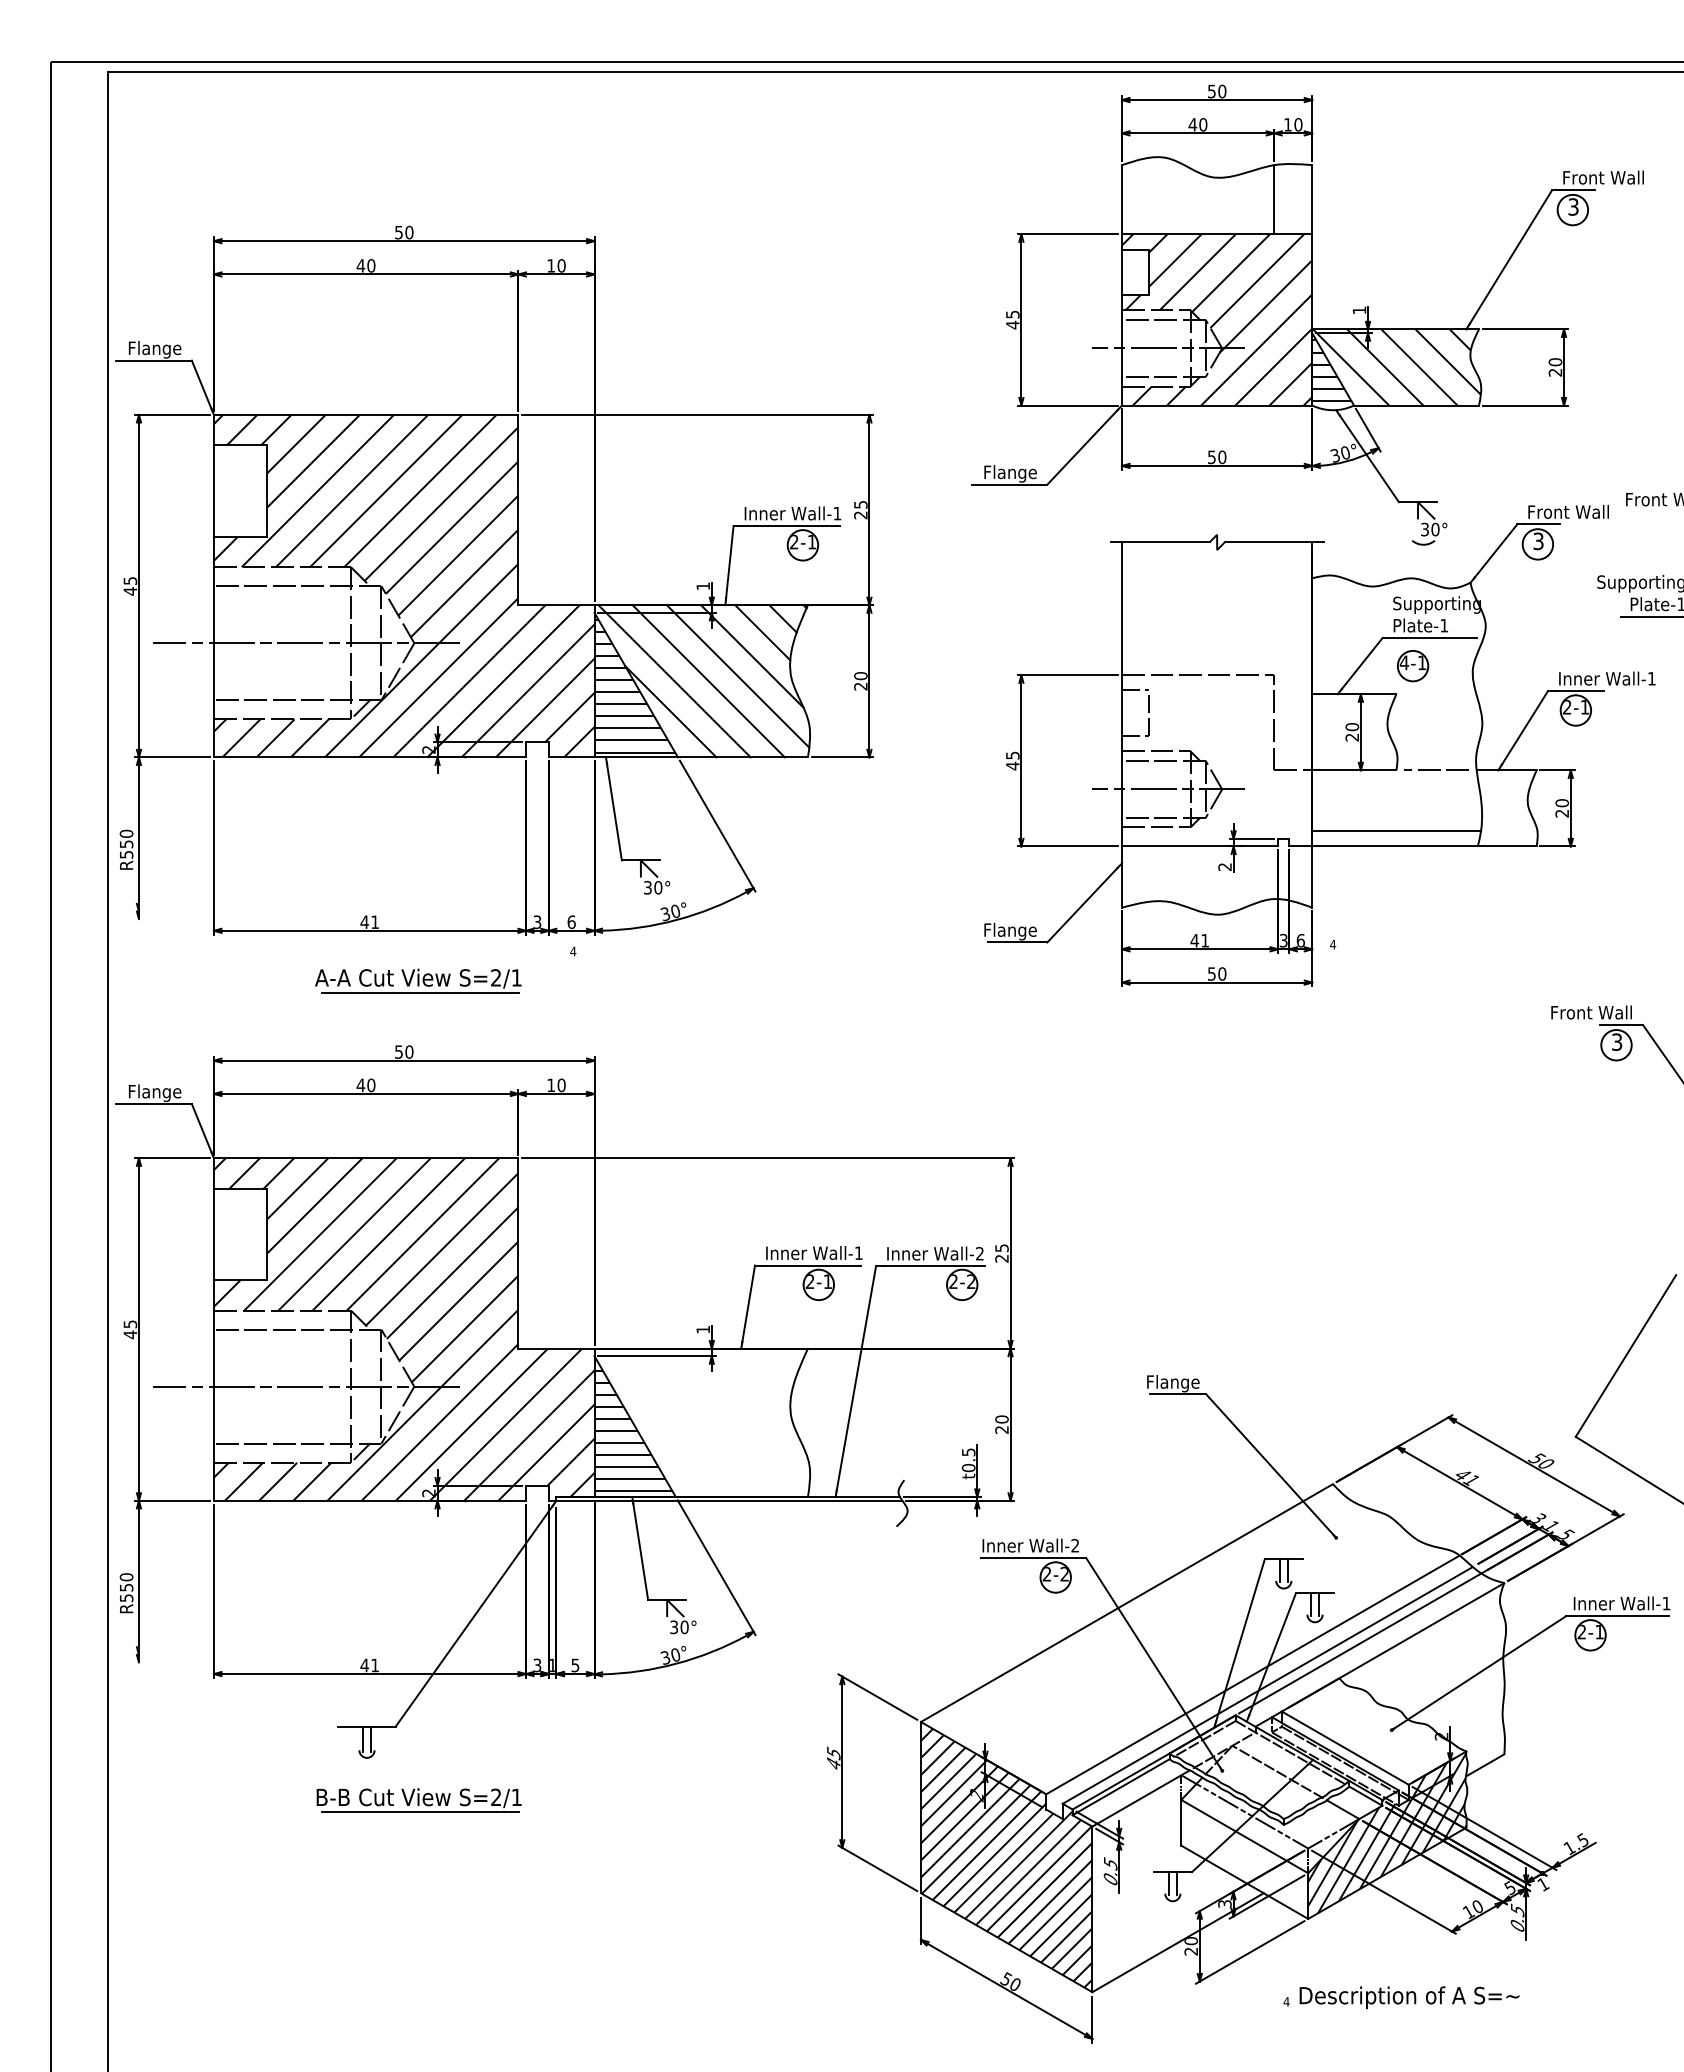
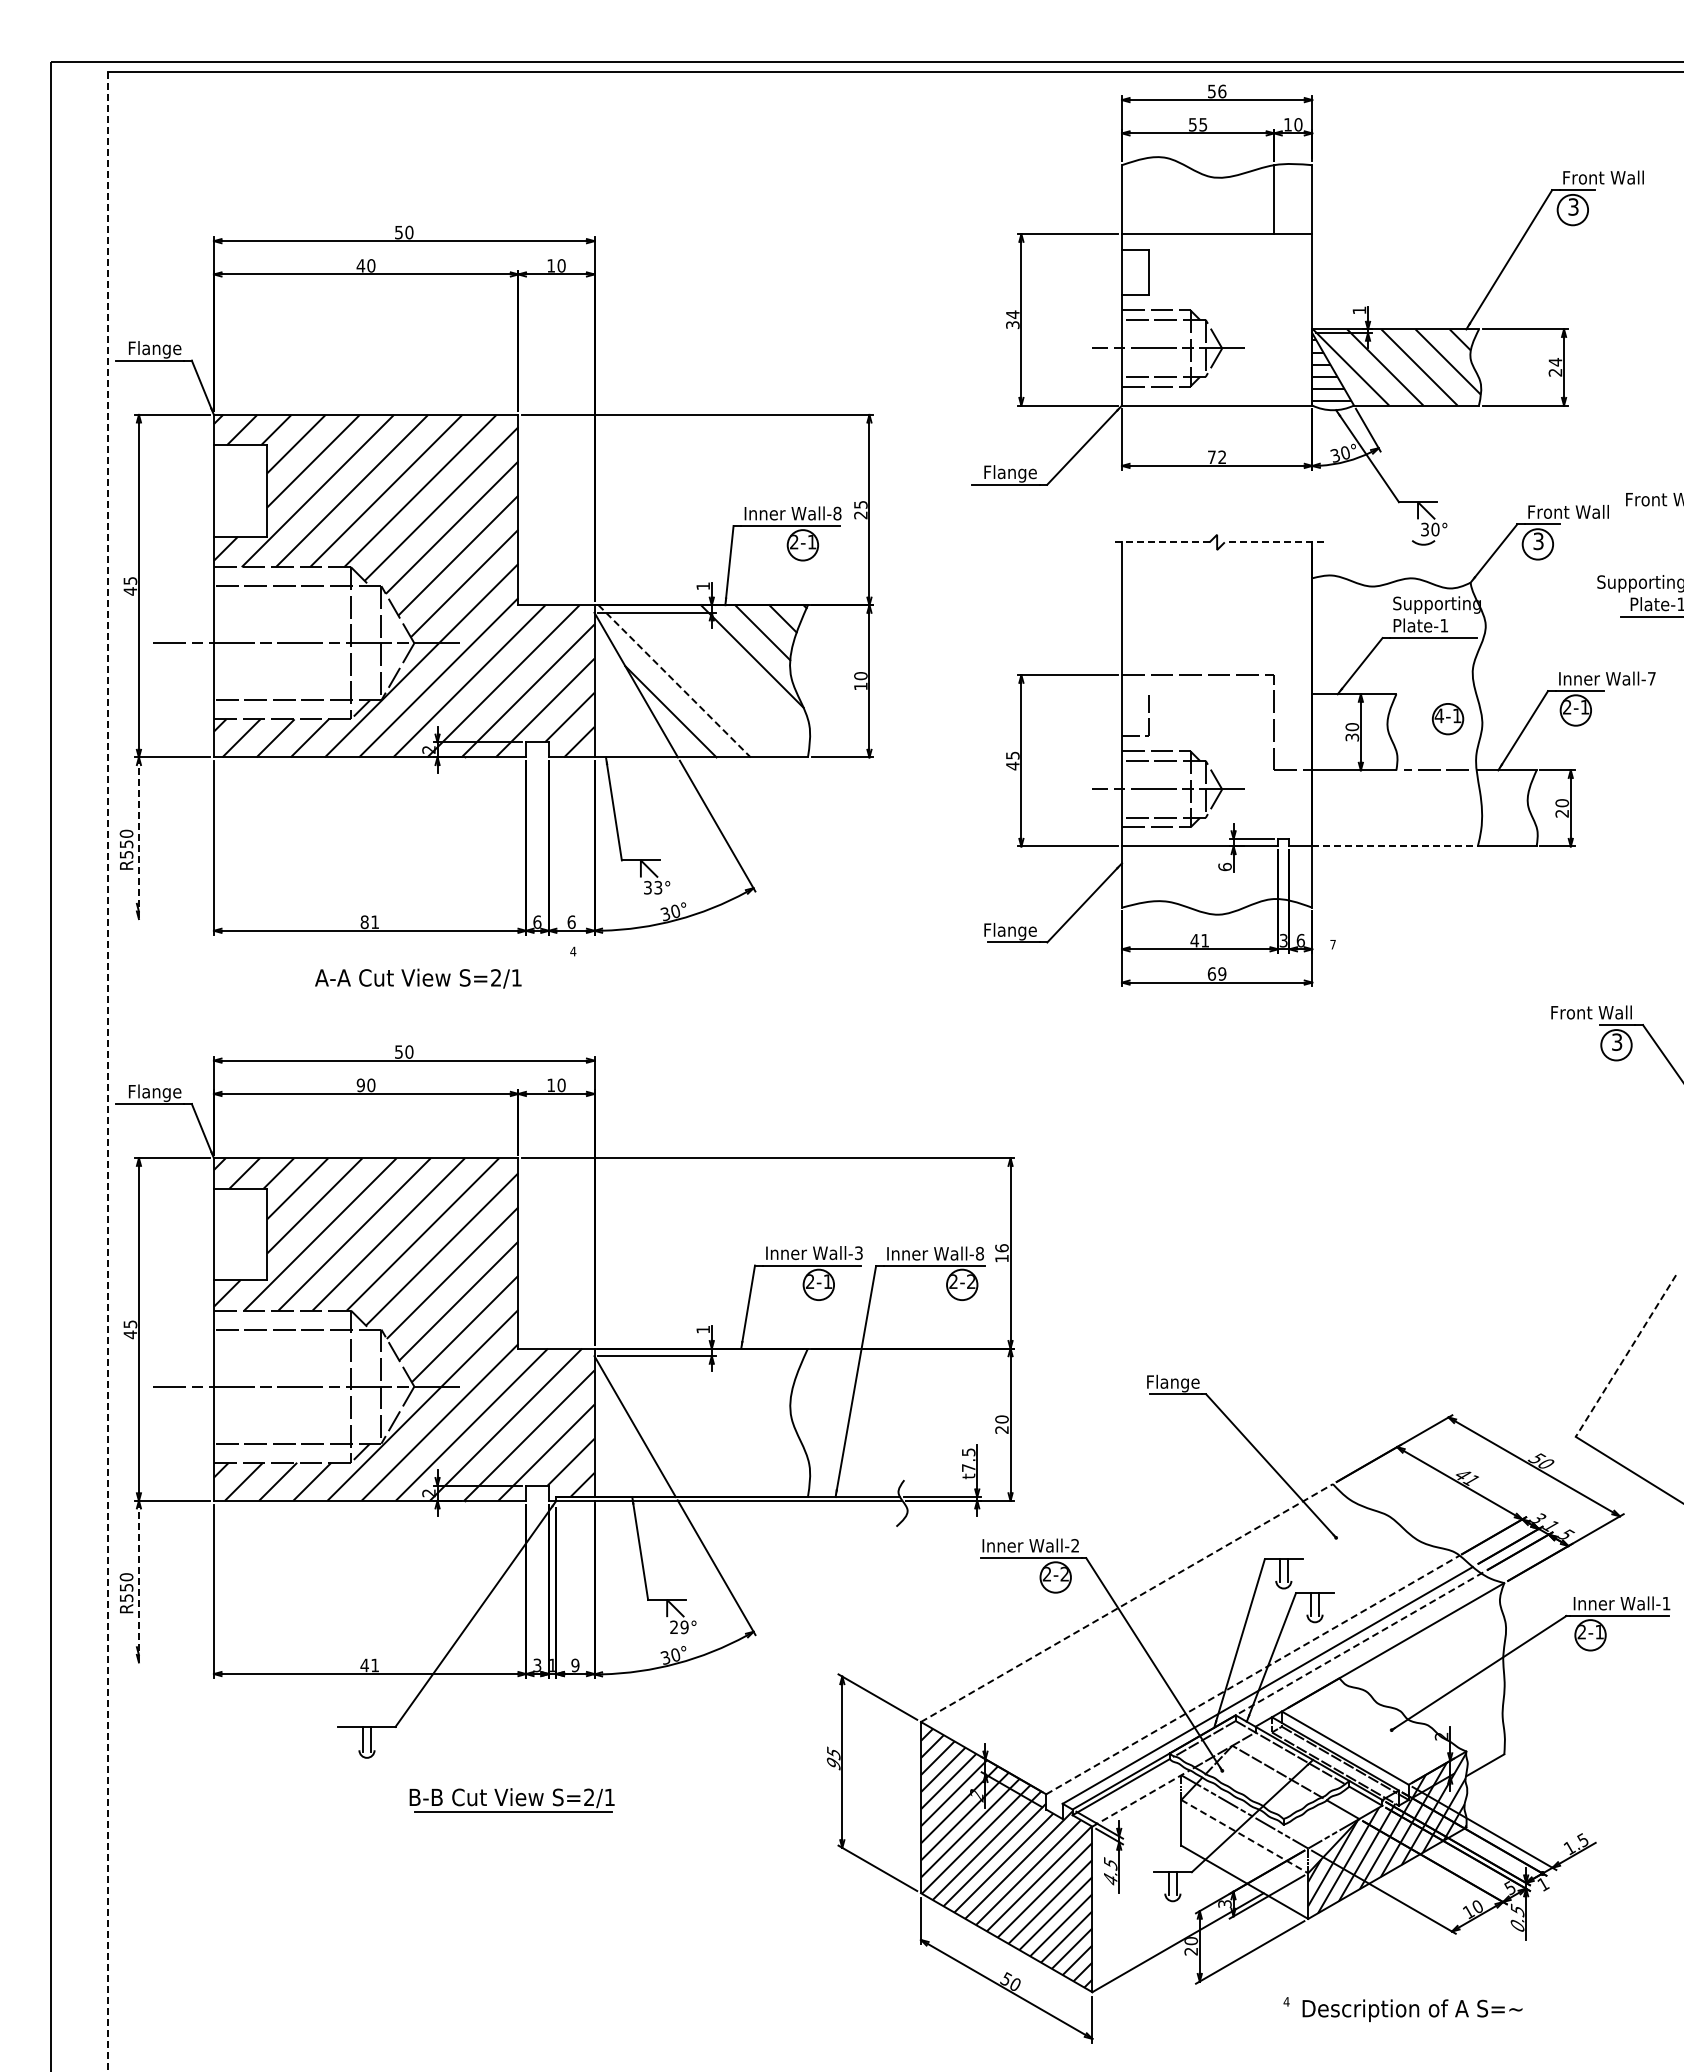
text at (1222, 90): 50 -> 56
text at (1197, 124): 40 -> 55
text at (1012, 319): 45 -> 34
hatch at (1217, 319): present -> none
text at (1555, 362): 20 -> 24
text at (1217, 457): 50 -> 72
text at (837, 513): Wall-1 -> Wall-8
line at (1159, 542): solid -> dashed
line at (1273, 542): solid -> dashed
part at (1413, 666) position: (1413, 666) -> (1448, 719)
line at (737, 676): present -> none
text at (1651, 678): Wall-1 -> Wall-7
line at (674, 681): solid -> dashed
line at (708, 681): present -> none
hatch at (634, 685): present -> none
text at (860, 686): 20 -> 10
line at (1135, 690): present -> none
text at (1352, 737): 20 -> 30
line at (1396, 830): present -> none
line at (138, 838): solid -> dashed
line at (1395, 846): solid -> dashed
text at (1224, 866): 2 -> 6
text at (658, 887): 30° -> 33°
text at (364, 922): 41 -> 81
text at (537, 922): 3 -> 6
text at (1333, 944): 4 -> 7
text at (1216, 973): 50 -> 69
line at (420, 992): present -> none
line at (107, 1071): solid -> dashed
text at (360, 1085): 40 -> 90
text at (858, 1253): Wall-1 -> Wall-3
text at (979, 1253): Wall-2 -> Wall-8
text at (1001, 1253): 25 -> 16
line at (1625, 1356): solid -> dashed
hatch at (633, 1424): present -> none
text at (968, 1468): t0.5 -> t7.5
line at (138, 1581): solid -> dashed
line at (1126, 1603): solid -> dashed
text at (679, 1627): 30° -> 29°
line at (1363, 1641): solid -> dashed
text at (575, 1664): 5 -> 9
line at (1252, 1674): solid -> dashed
text at (833, 1763): 45 -> 95
line at (1141, 1798): solid -> dashed
part at (418, 1800) position: (418, 1800) -> (511, 1800)
line at (1245, 1836): solid -> dashed
text at (1110, 1879): 0.5 -> 4.5
text at (1409, 1997) position: (1409, 1997) -> (1412, 2010)
